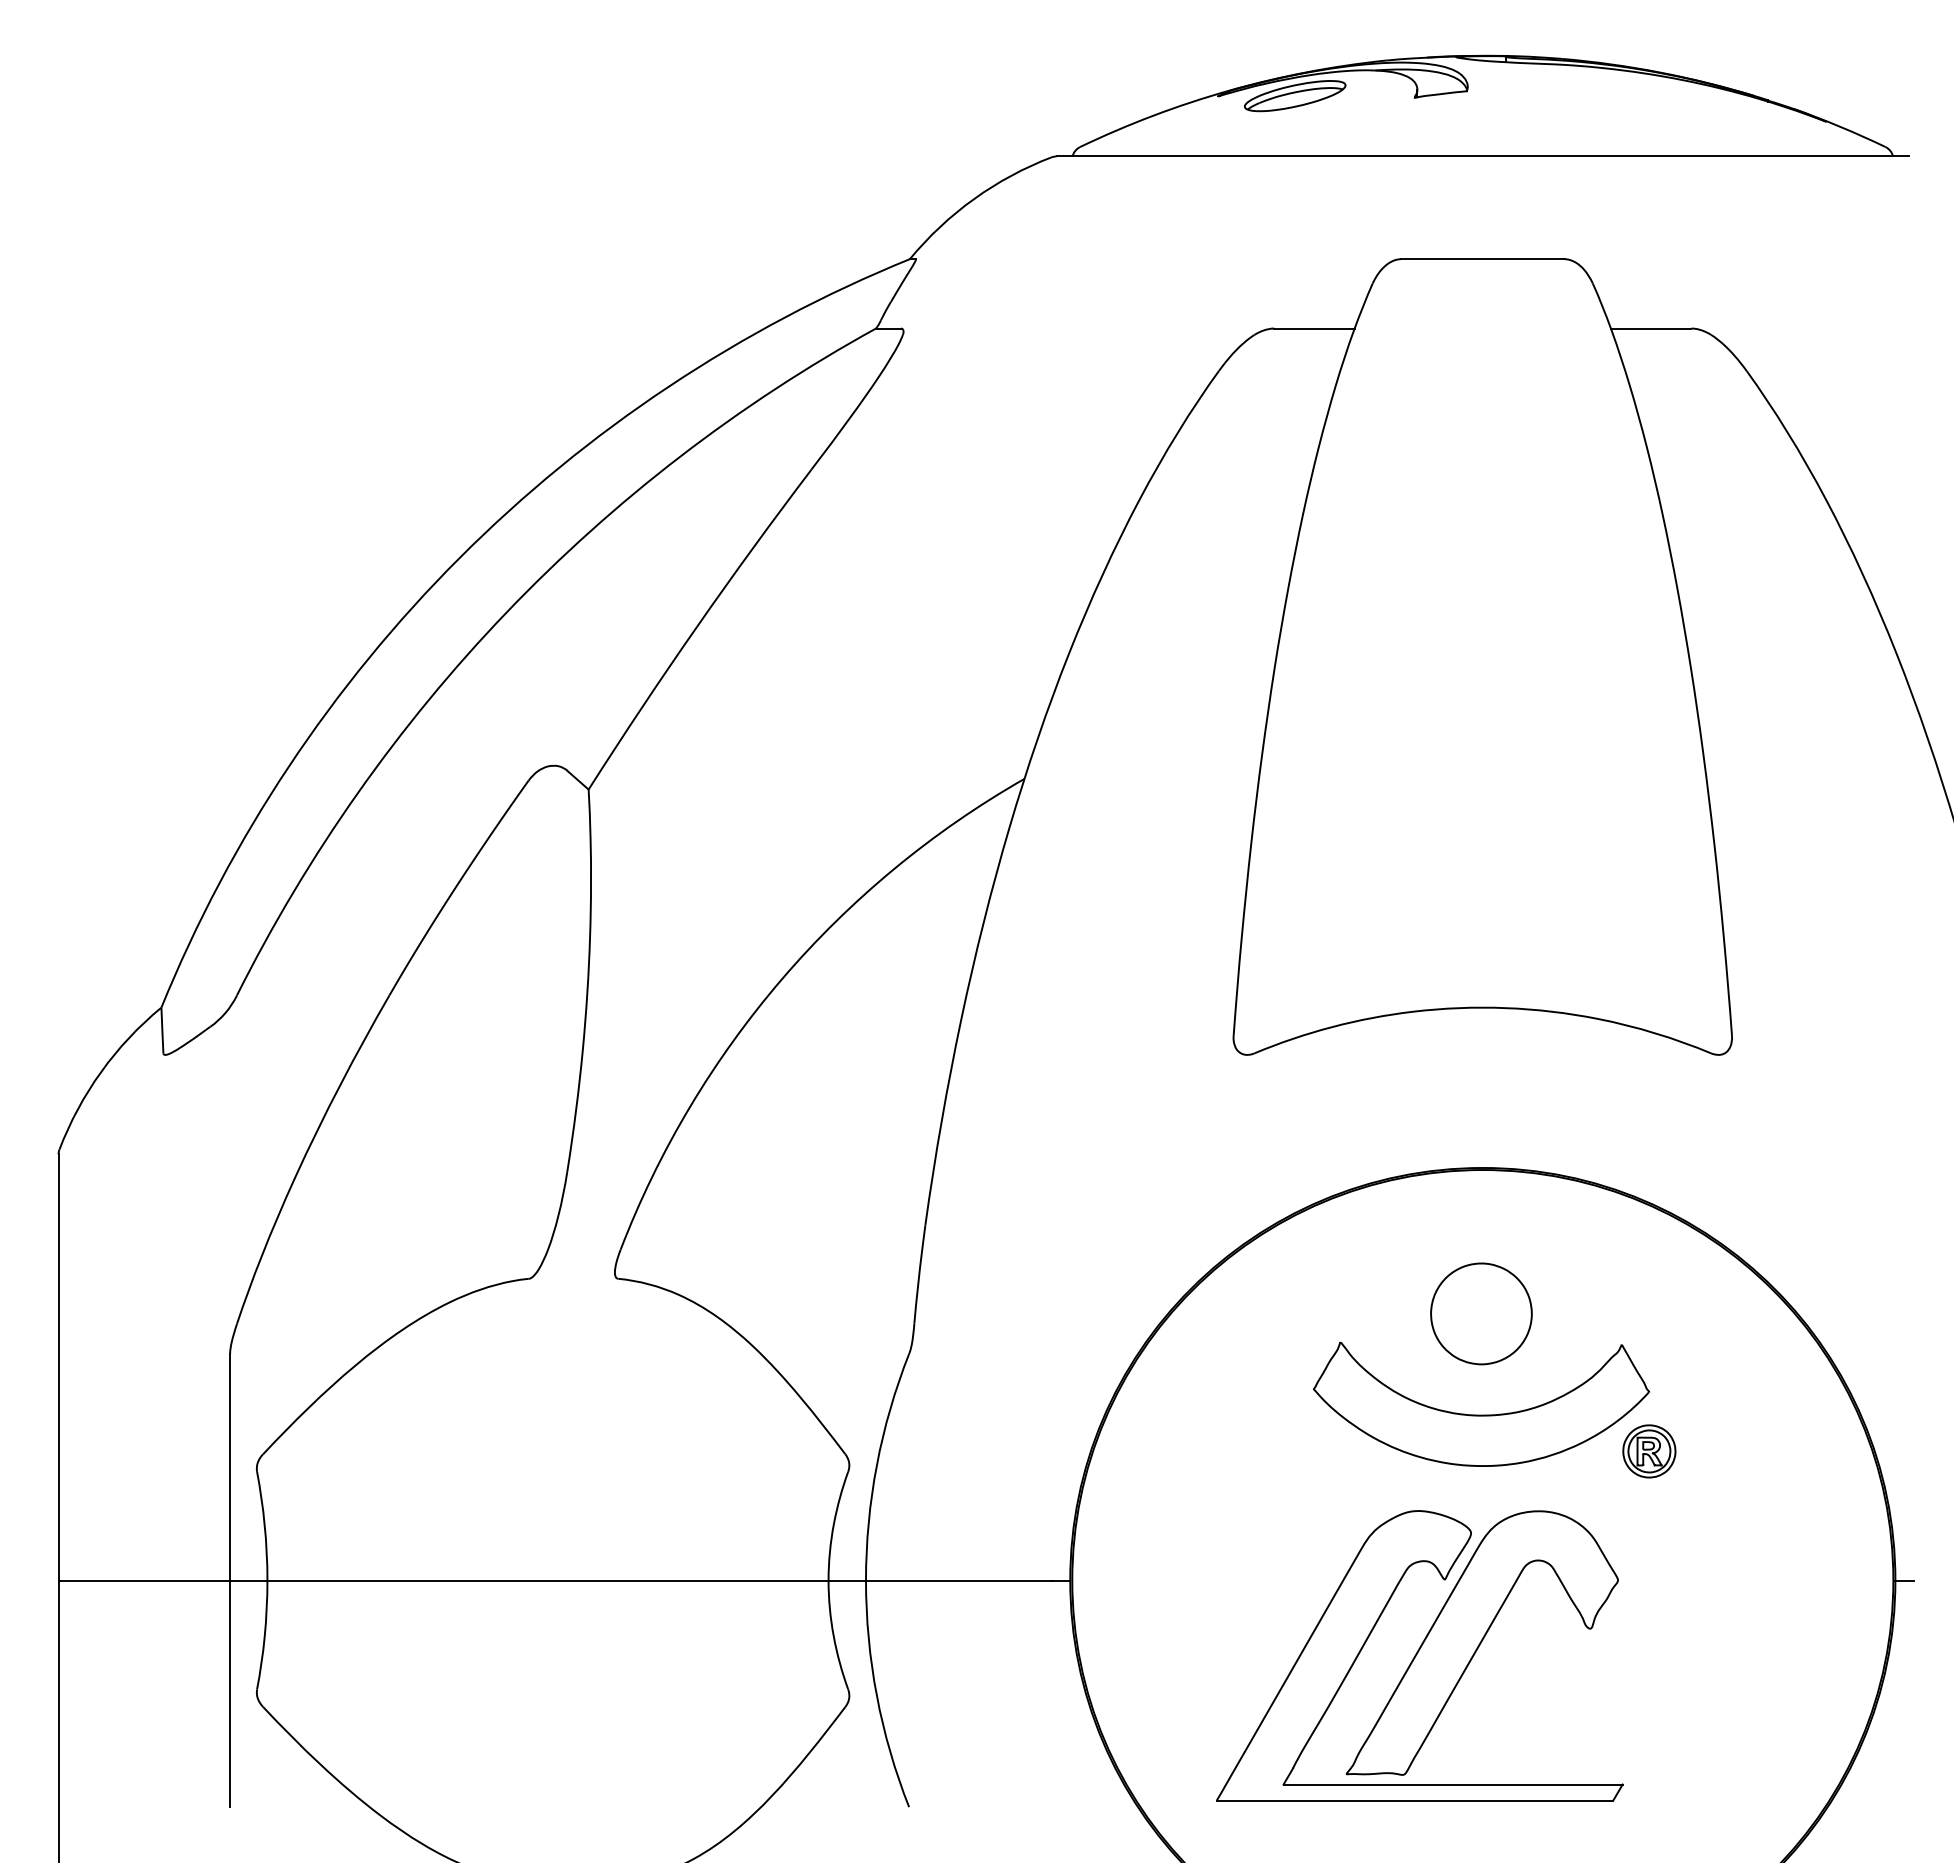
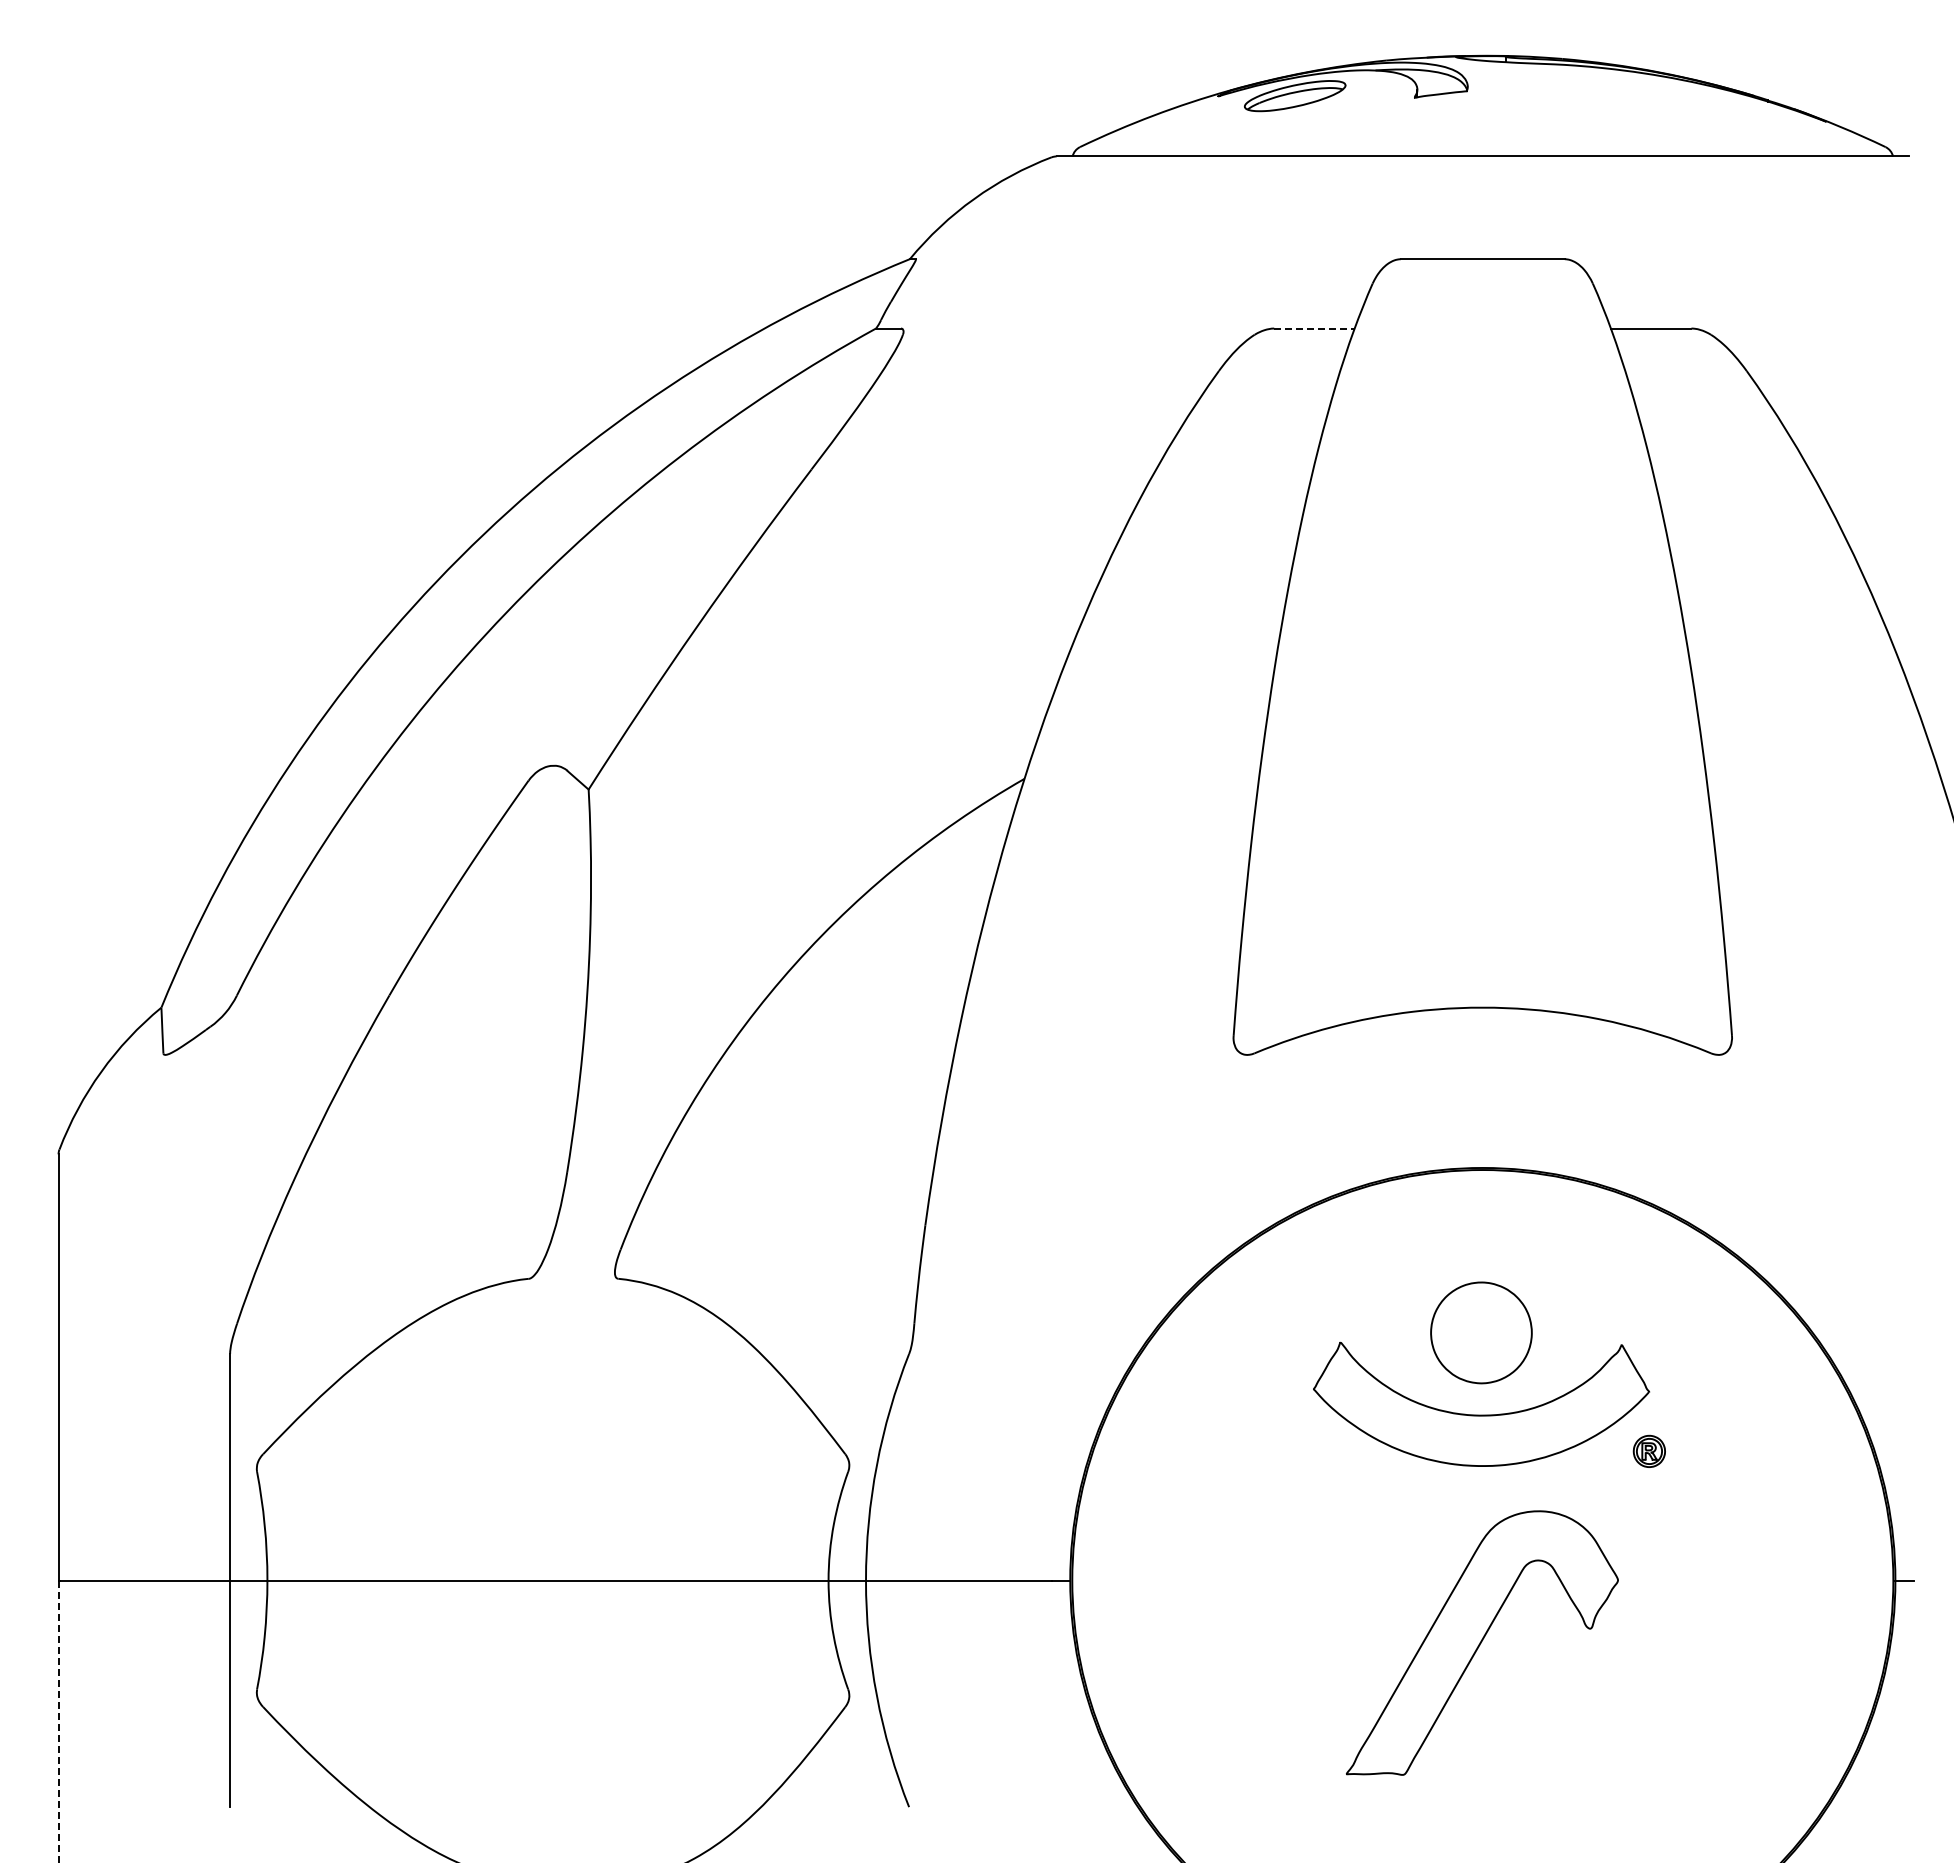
line at (1314, 328): solid -> dashed
part at (1481, 1313) position: (1481, 1313) -> (1481, 1332)
part at (1649, 1451) size: 55x55 px -> 34x34 px
part at (1374, 1628): present -> none
line at (58, 1721): solid -> dashed
